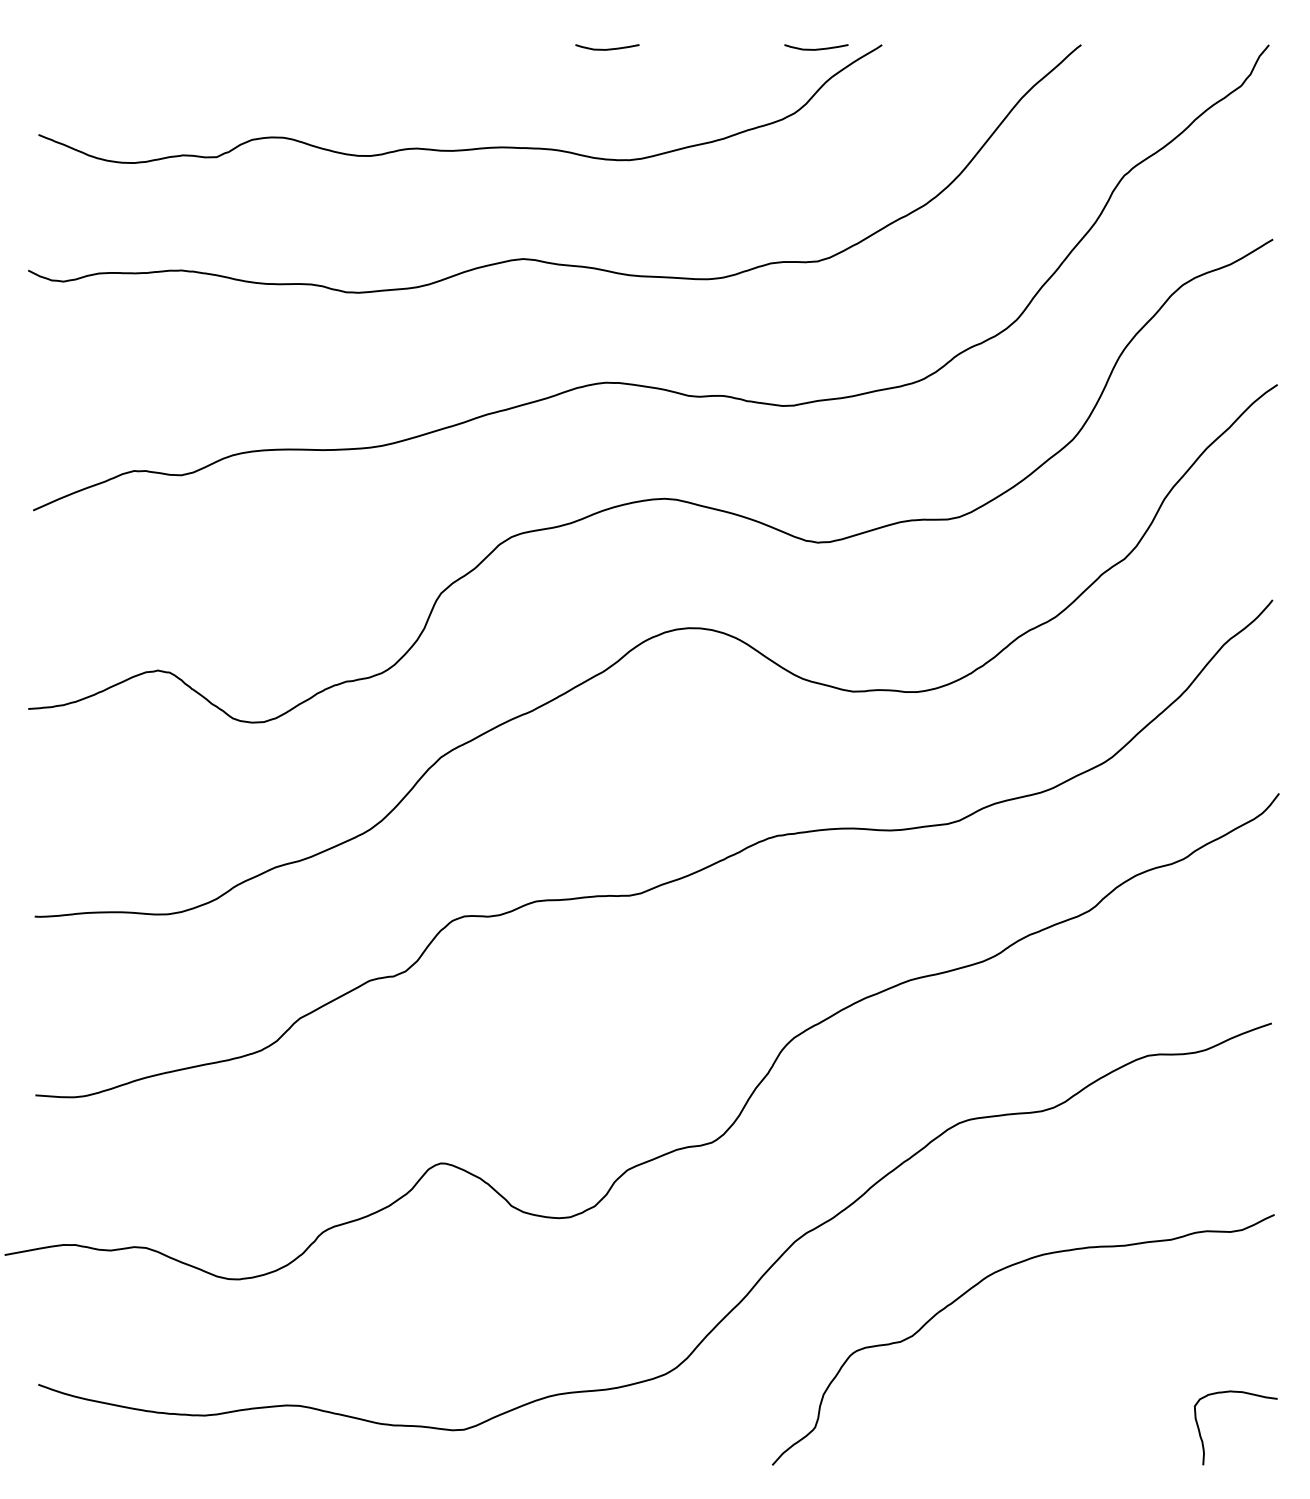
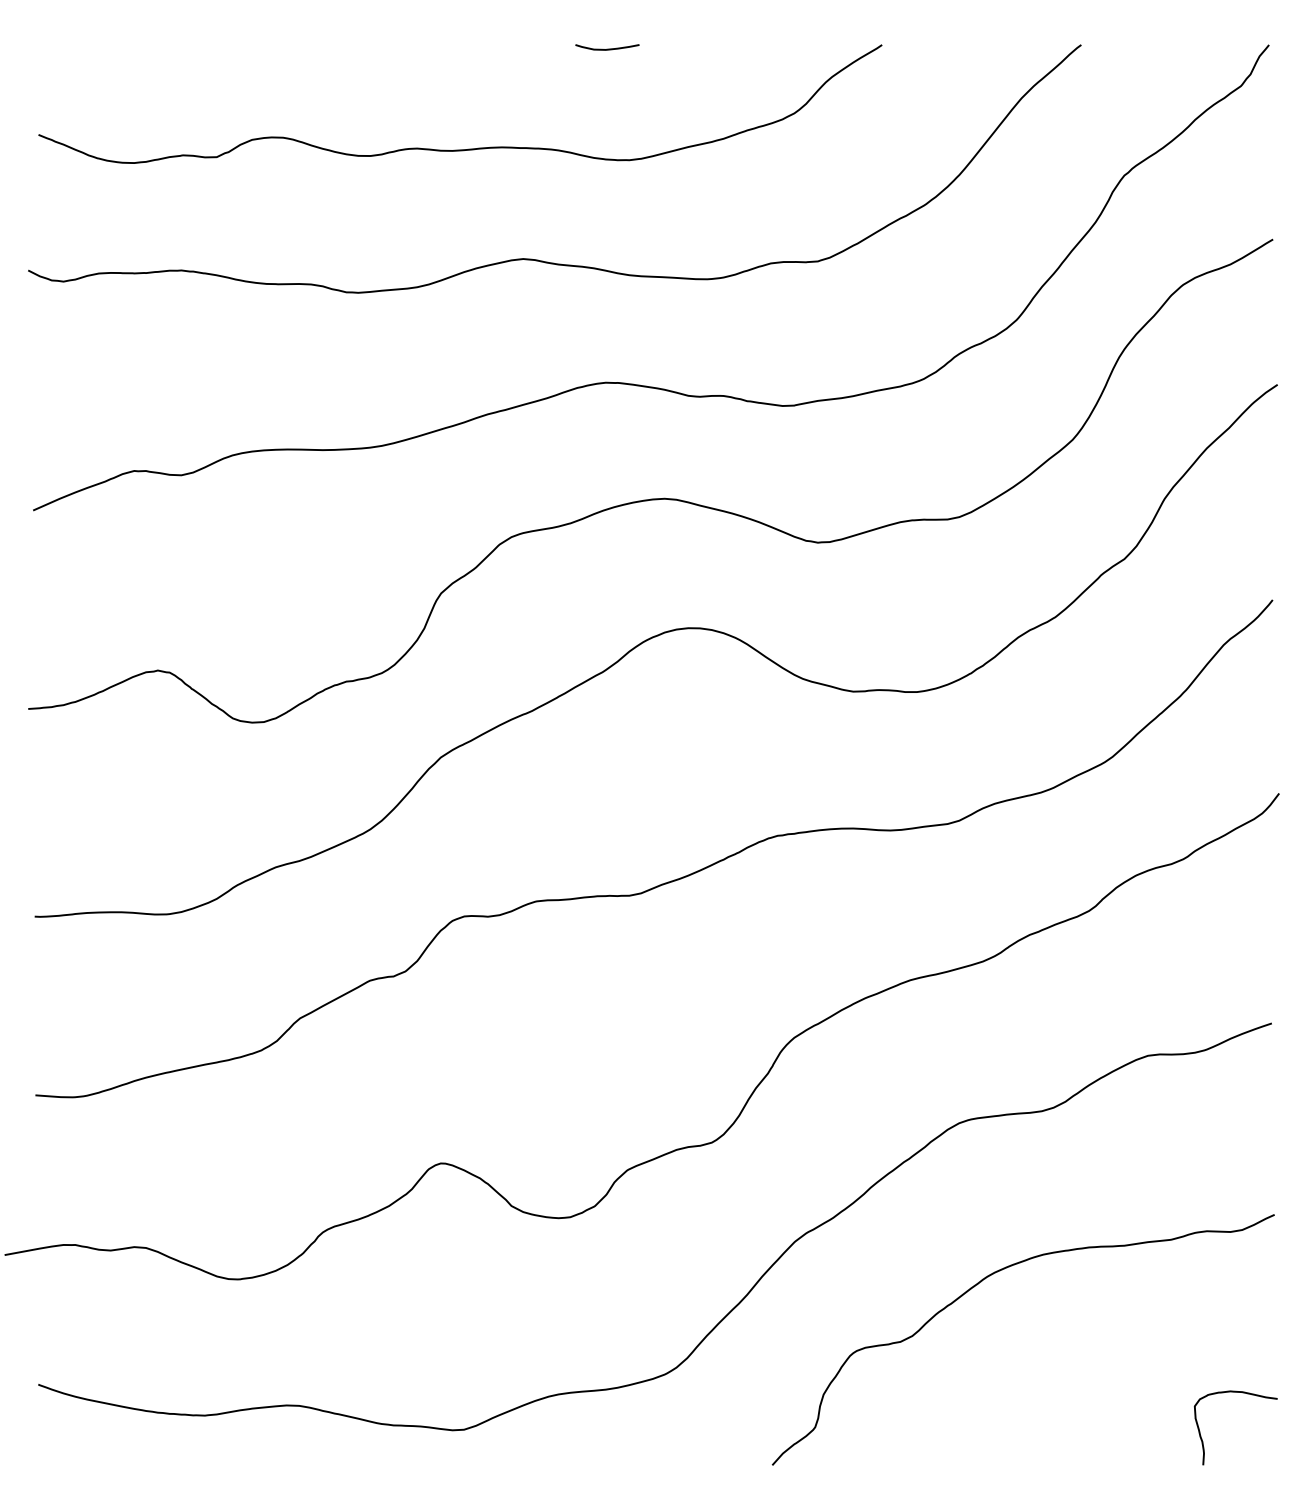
curve at (816, 48): present -> none
